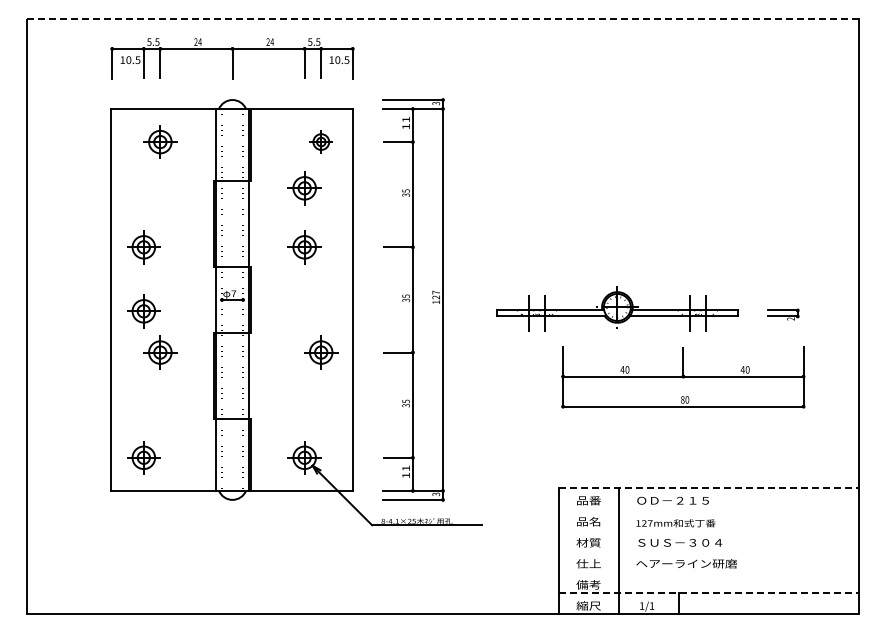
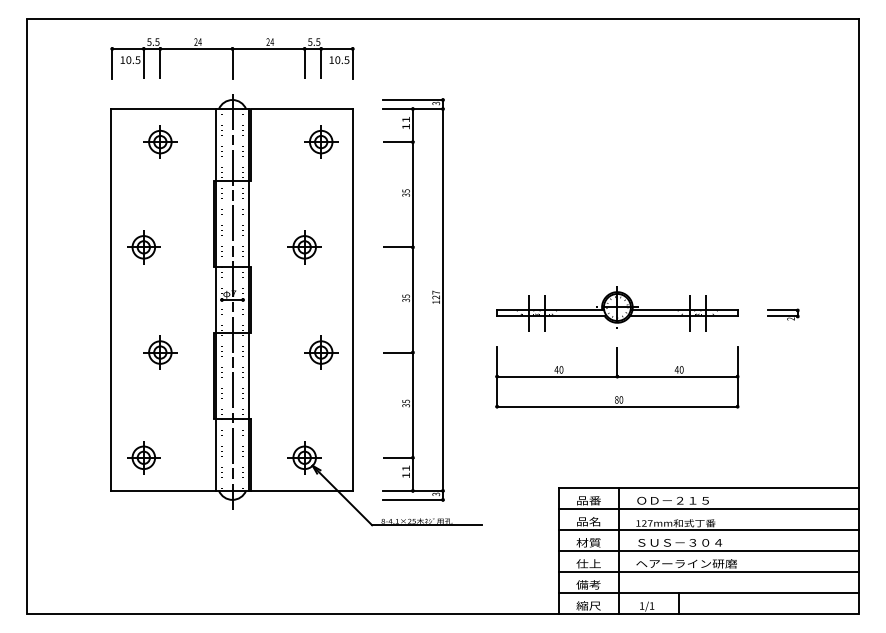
line at (442, 18): dashed -> solid
part at (320, 141) size: 24x24 px -> 35x34 px
part at (304, 188): present -> none
line at (232, 302): none -> present
part at (143, 311): present -> none
part at (683, 377) position: (683, 377) -> (617, 377)
line at (709, 487): dashed -> solid
line at (708, 508): none -> present
line at (708, 529): none -> present
line at (708, 551): none -> present
line at (708, 572): none -> present
line at (709, 593): dashed -> solid
